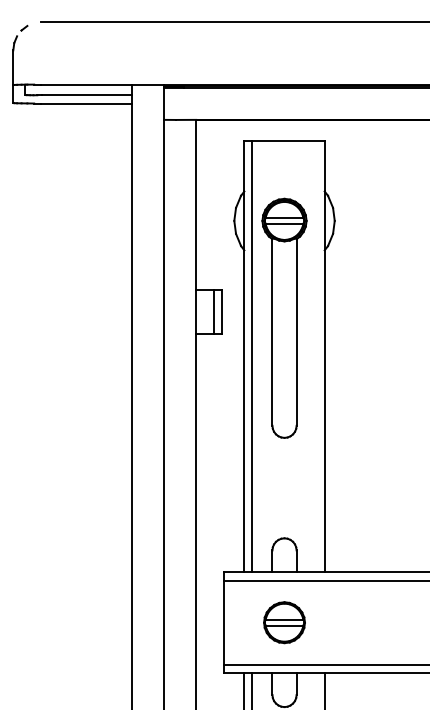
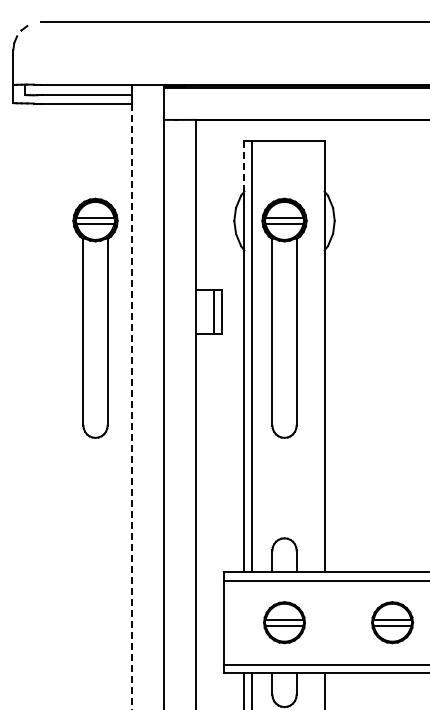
line at (244, 166): solid -> dashed
part at (95, 317): none -> present
line at (131, 406): solid -> dashed
part at (392, 622): none -> present
